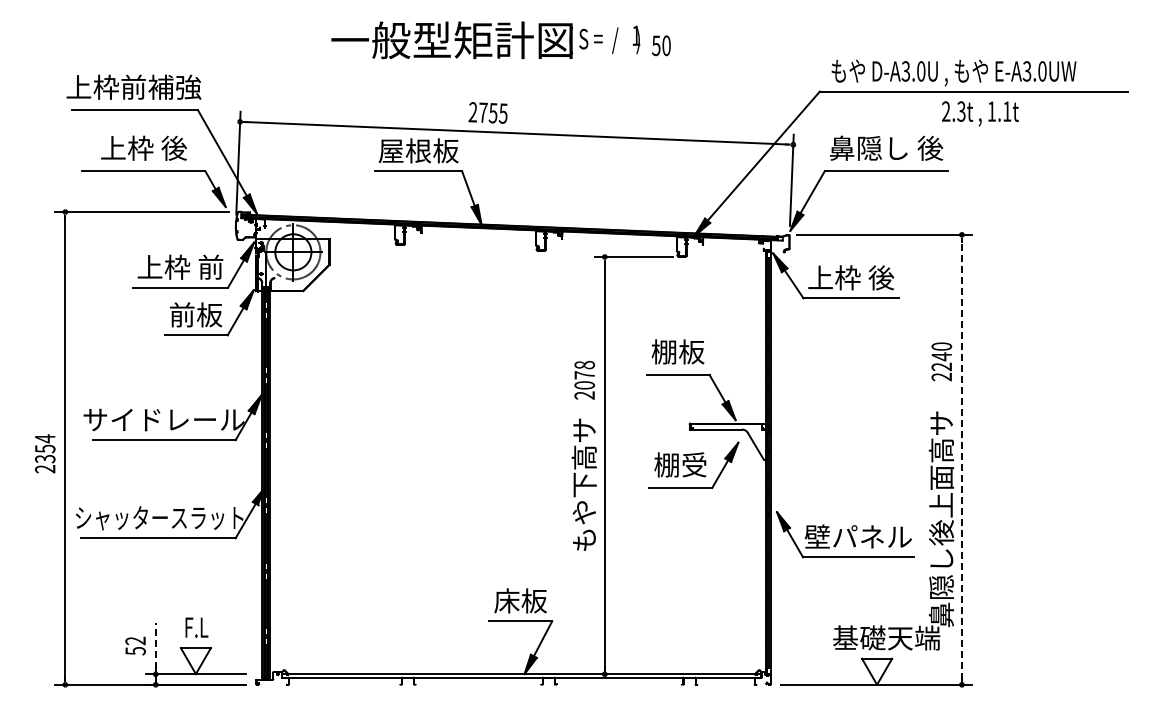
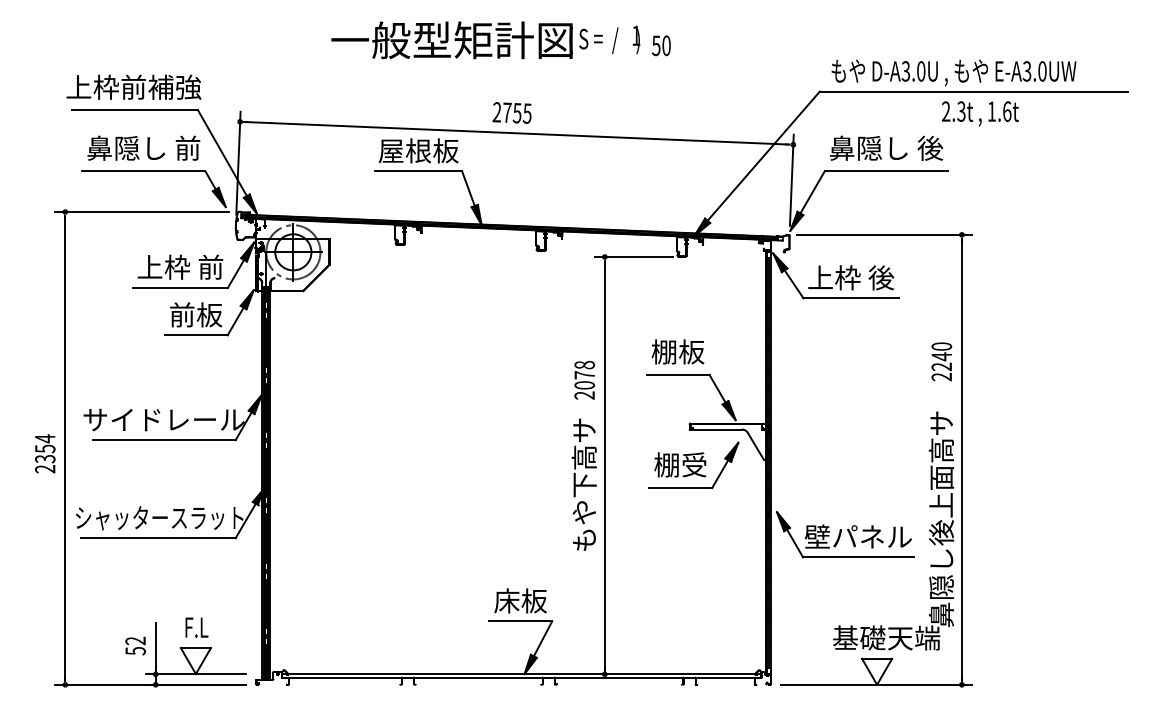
text at (1007, 111): 1.1t -> 1.6t
text at (487, 112) position: (487, 112) -> (511, 112)
text at (143, 147): 上枠 後 -> 鼻隠し 前
line at (961, 459): dashed -> solid
line at (155, 645): dashed -> solid
